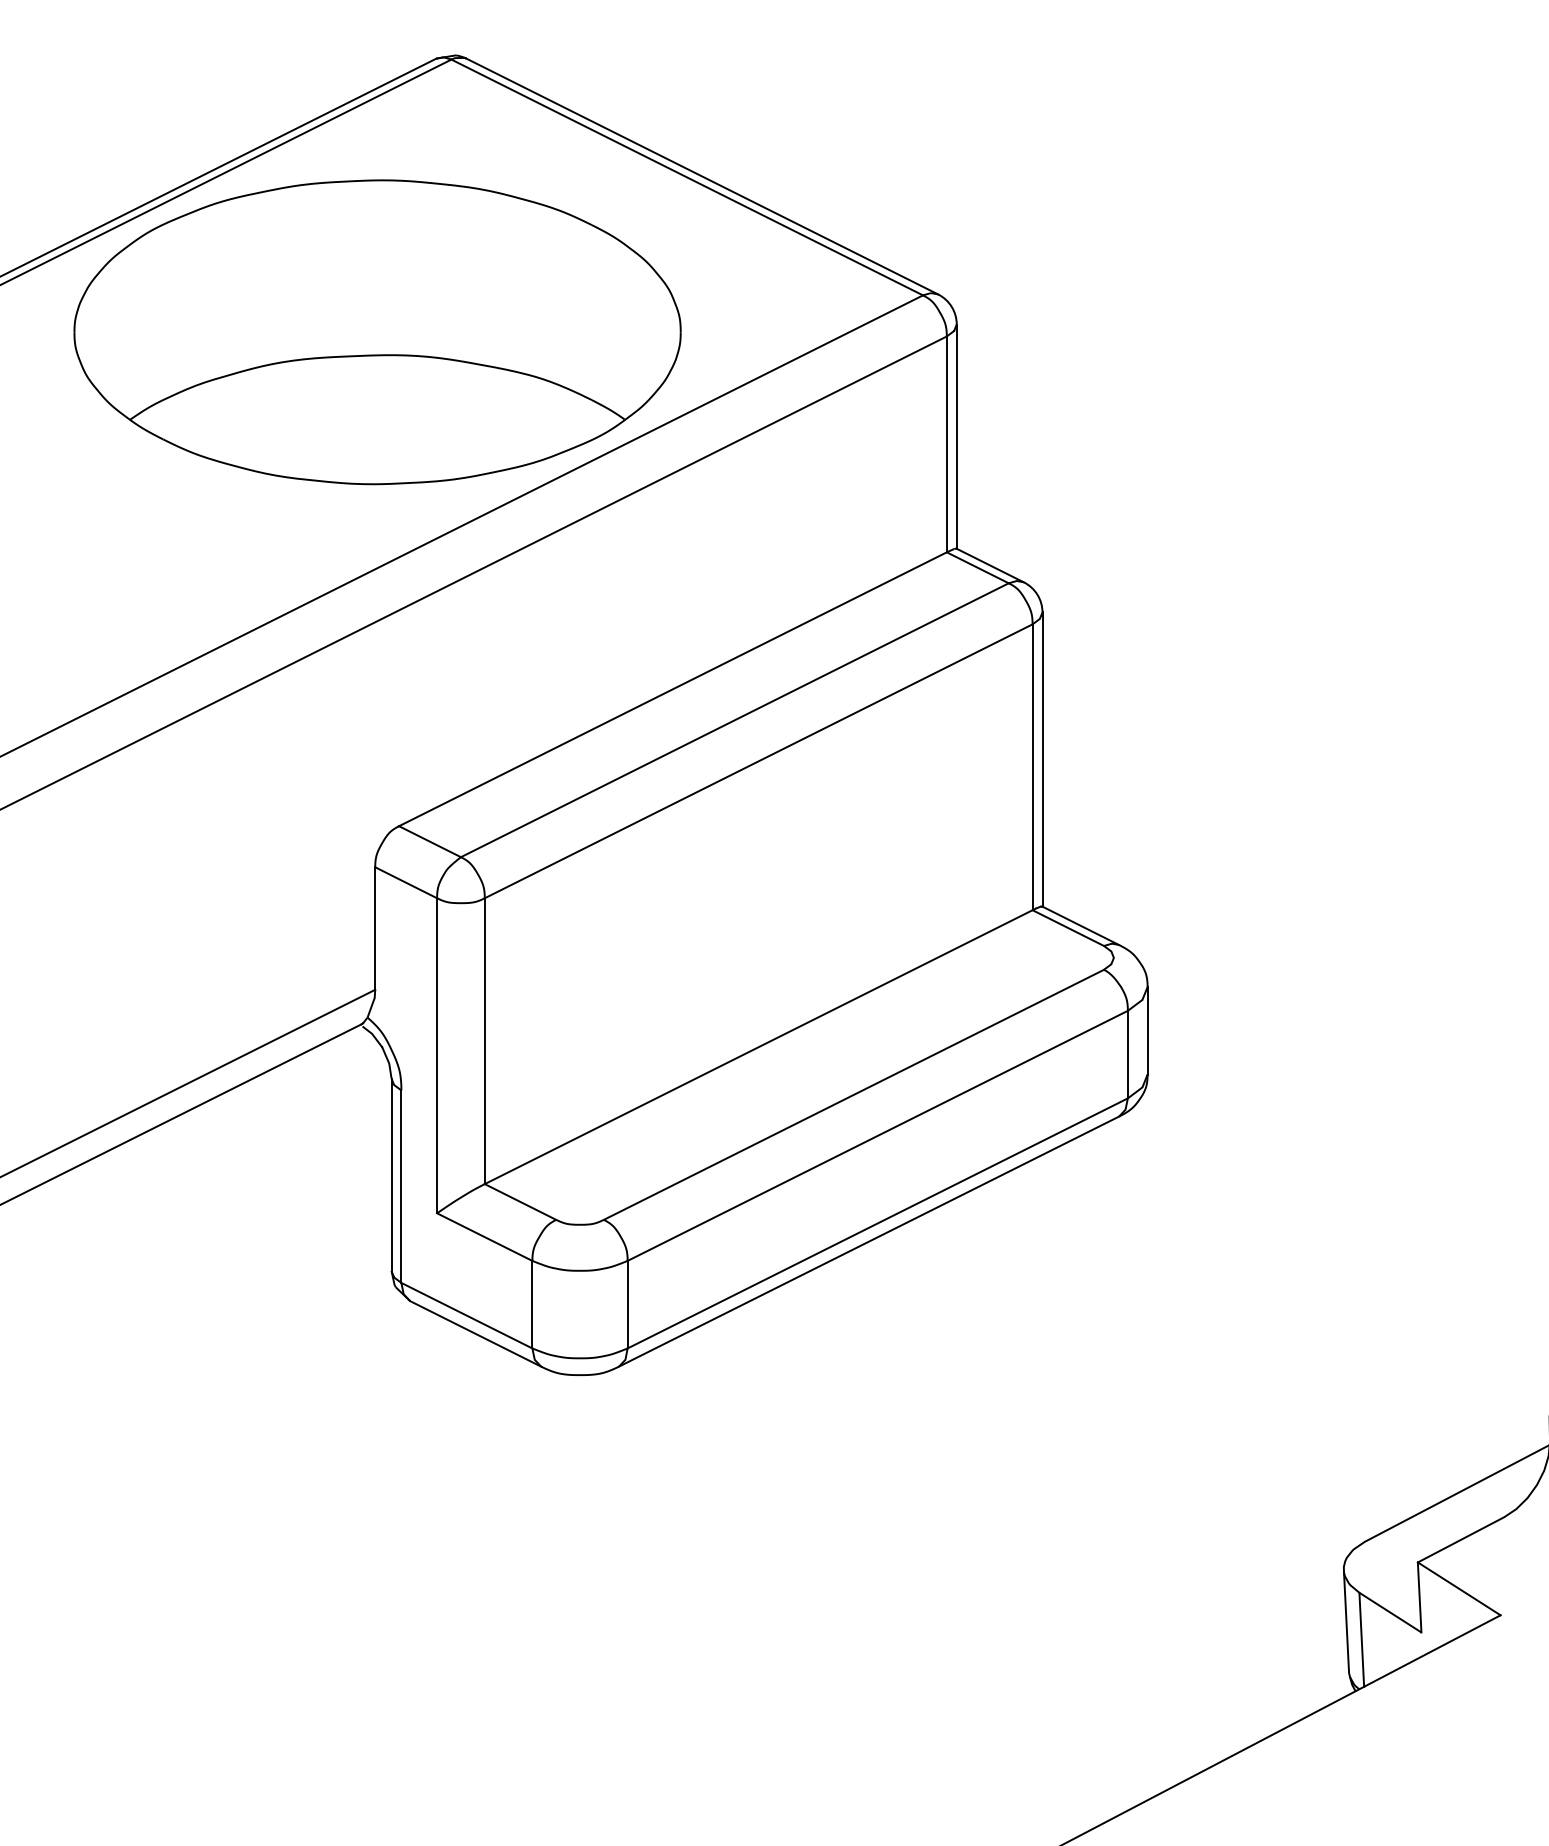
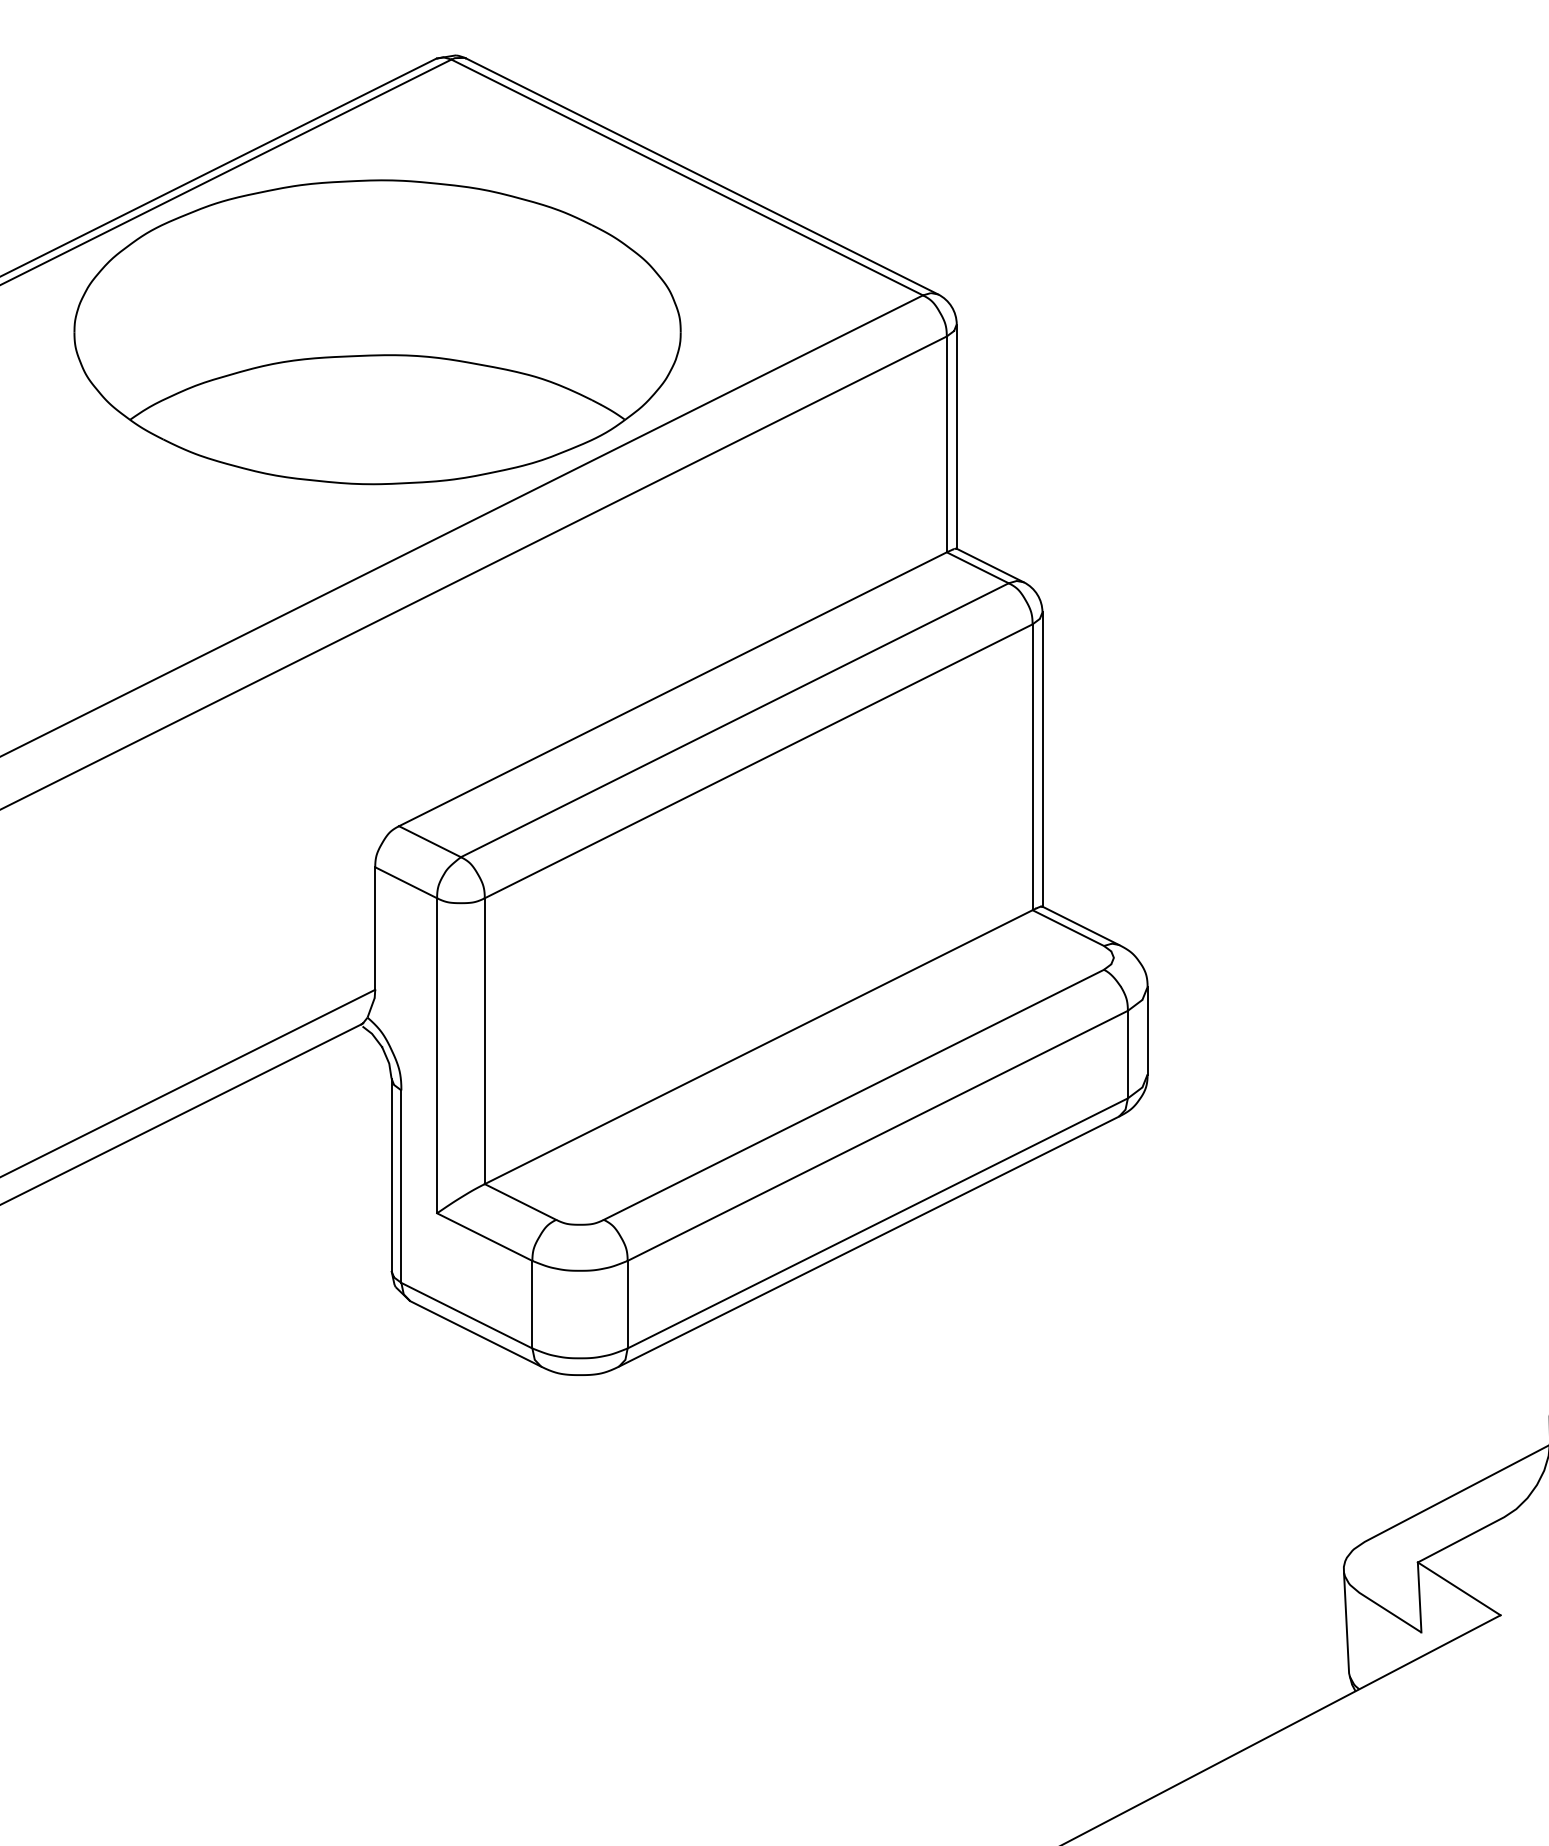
line at (1361, 1639): present -> none
